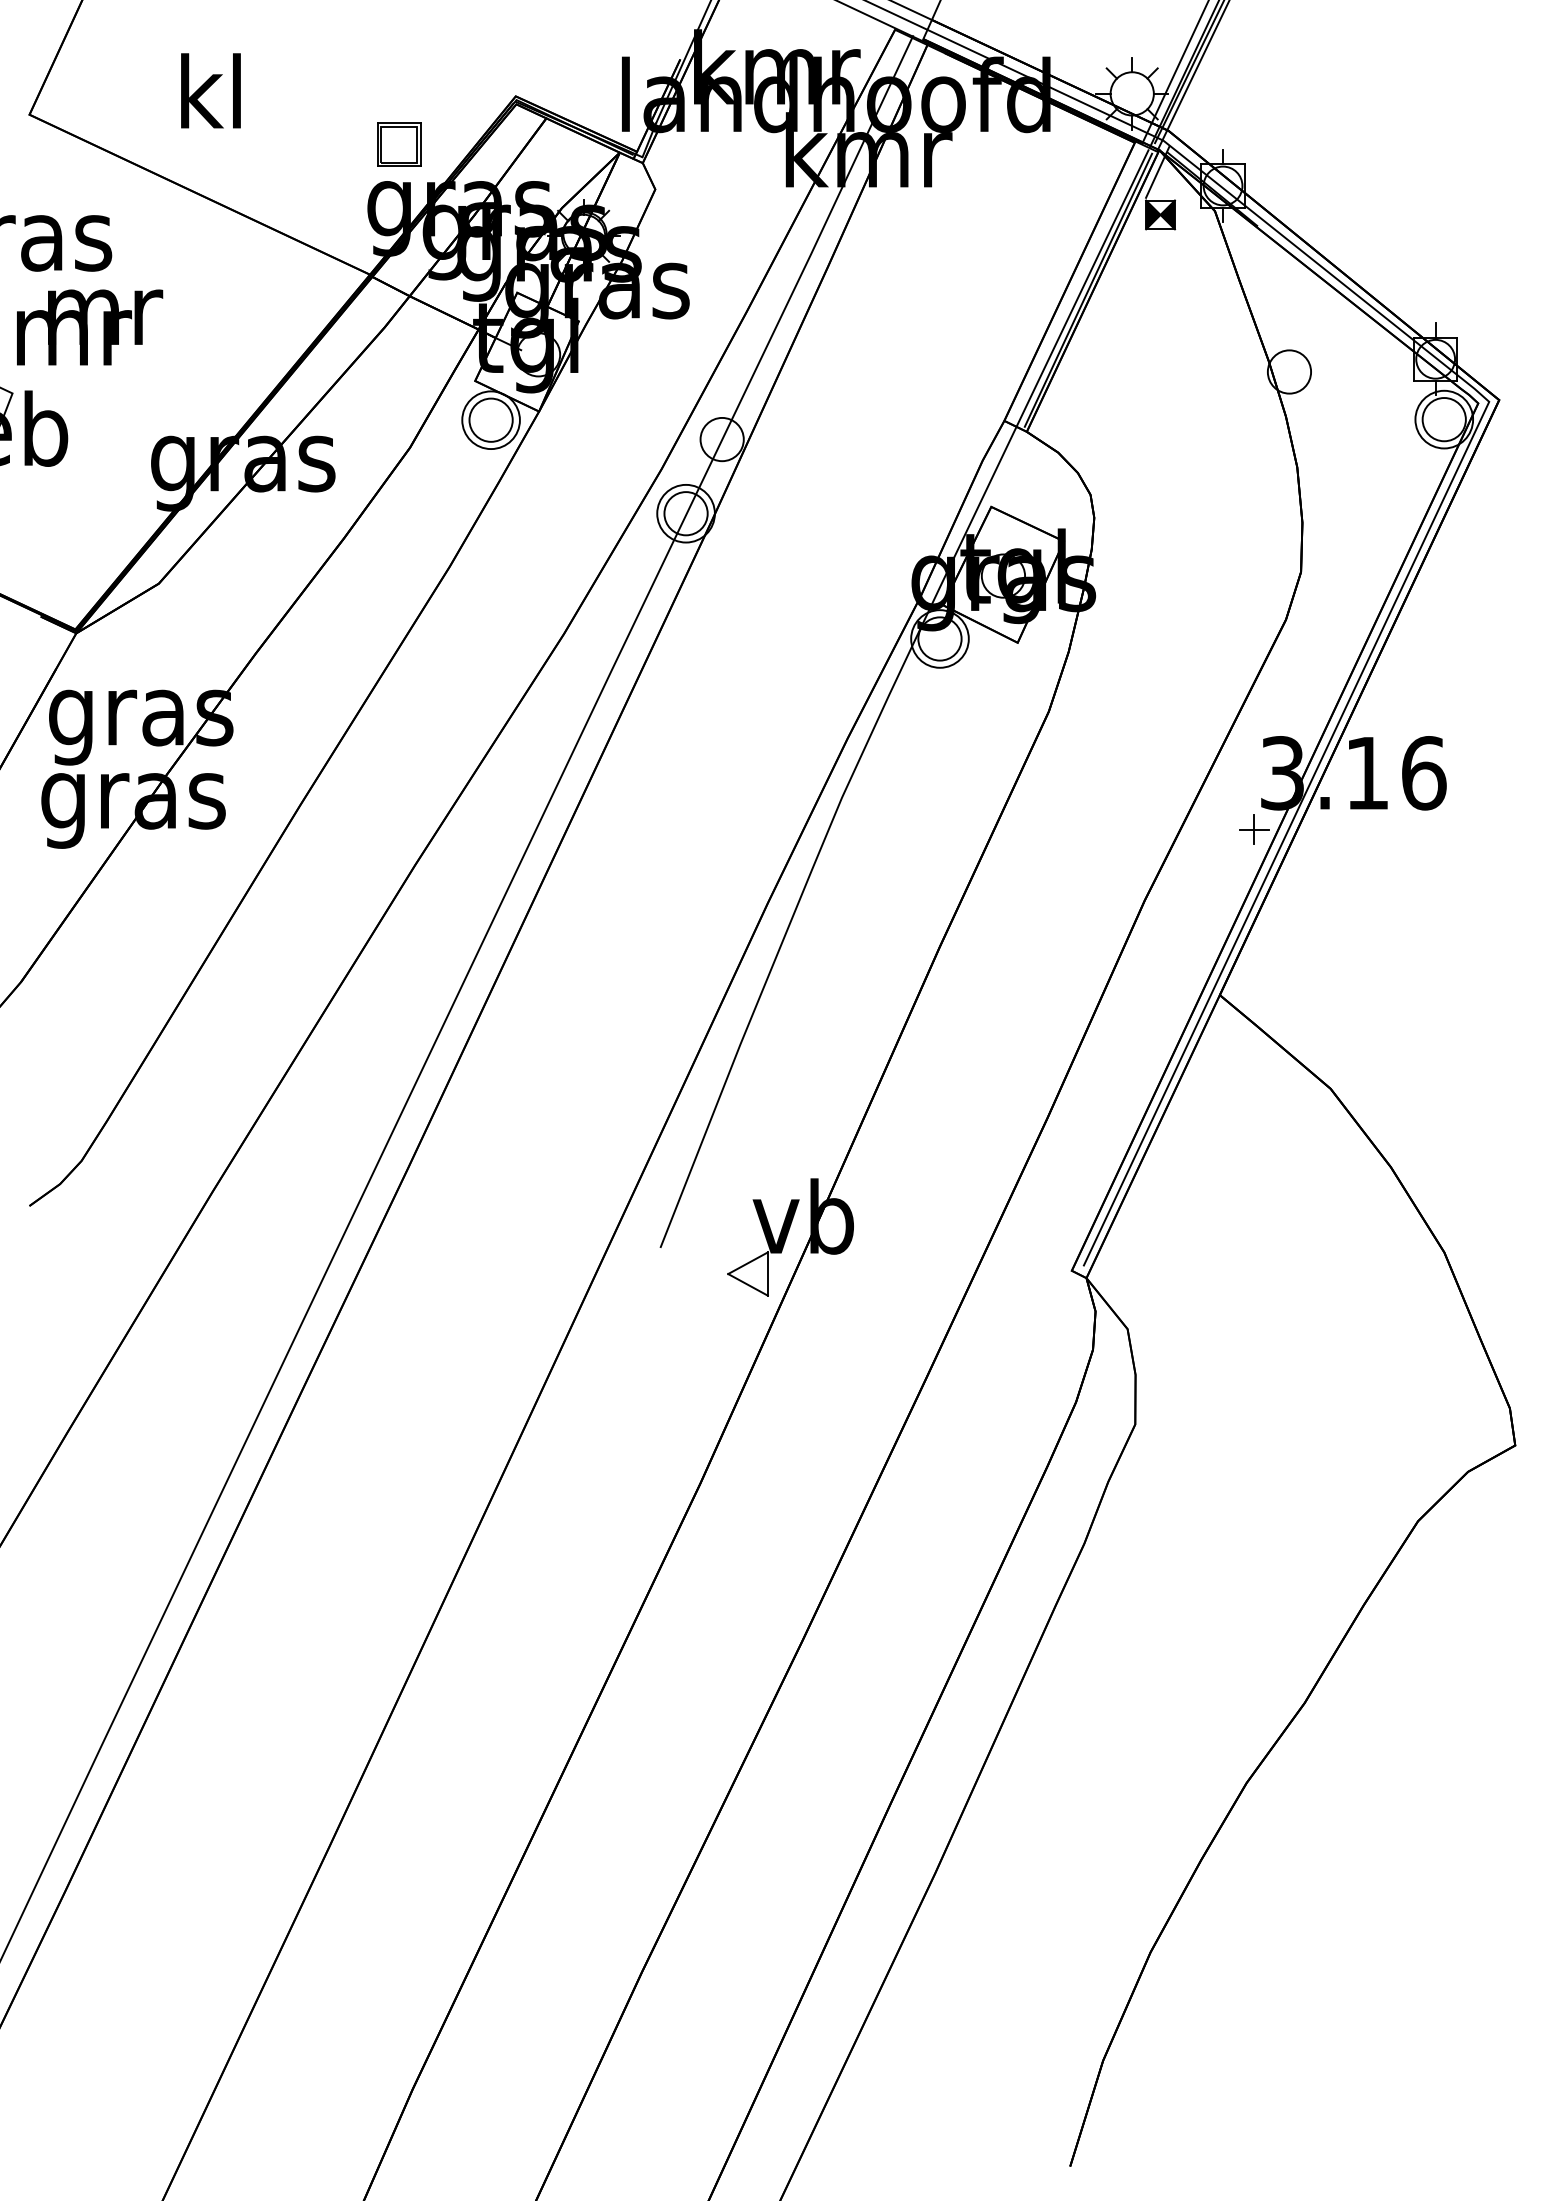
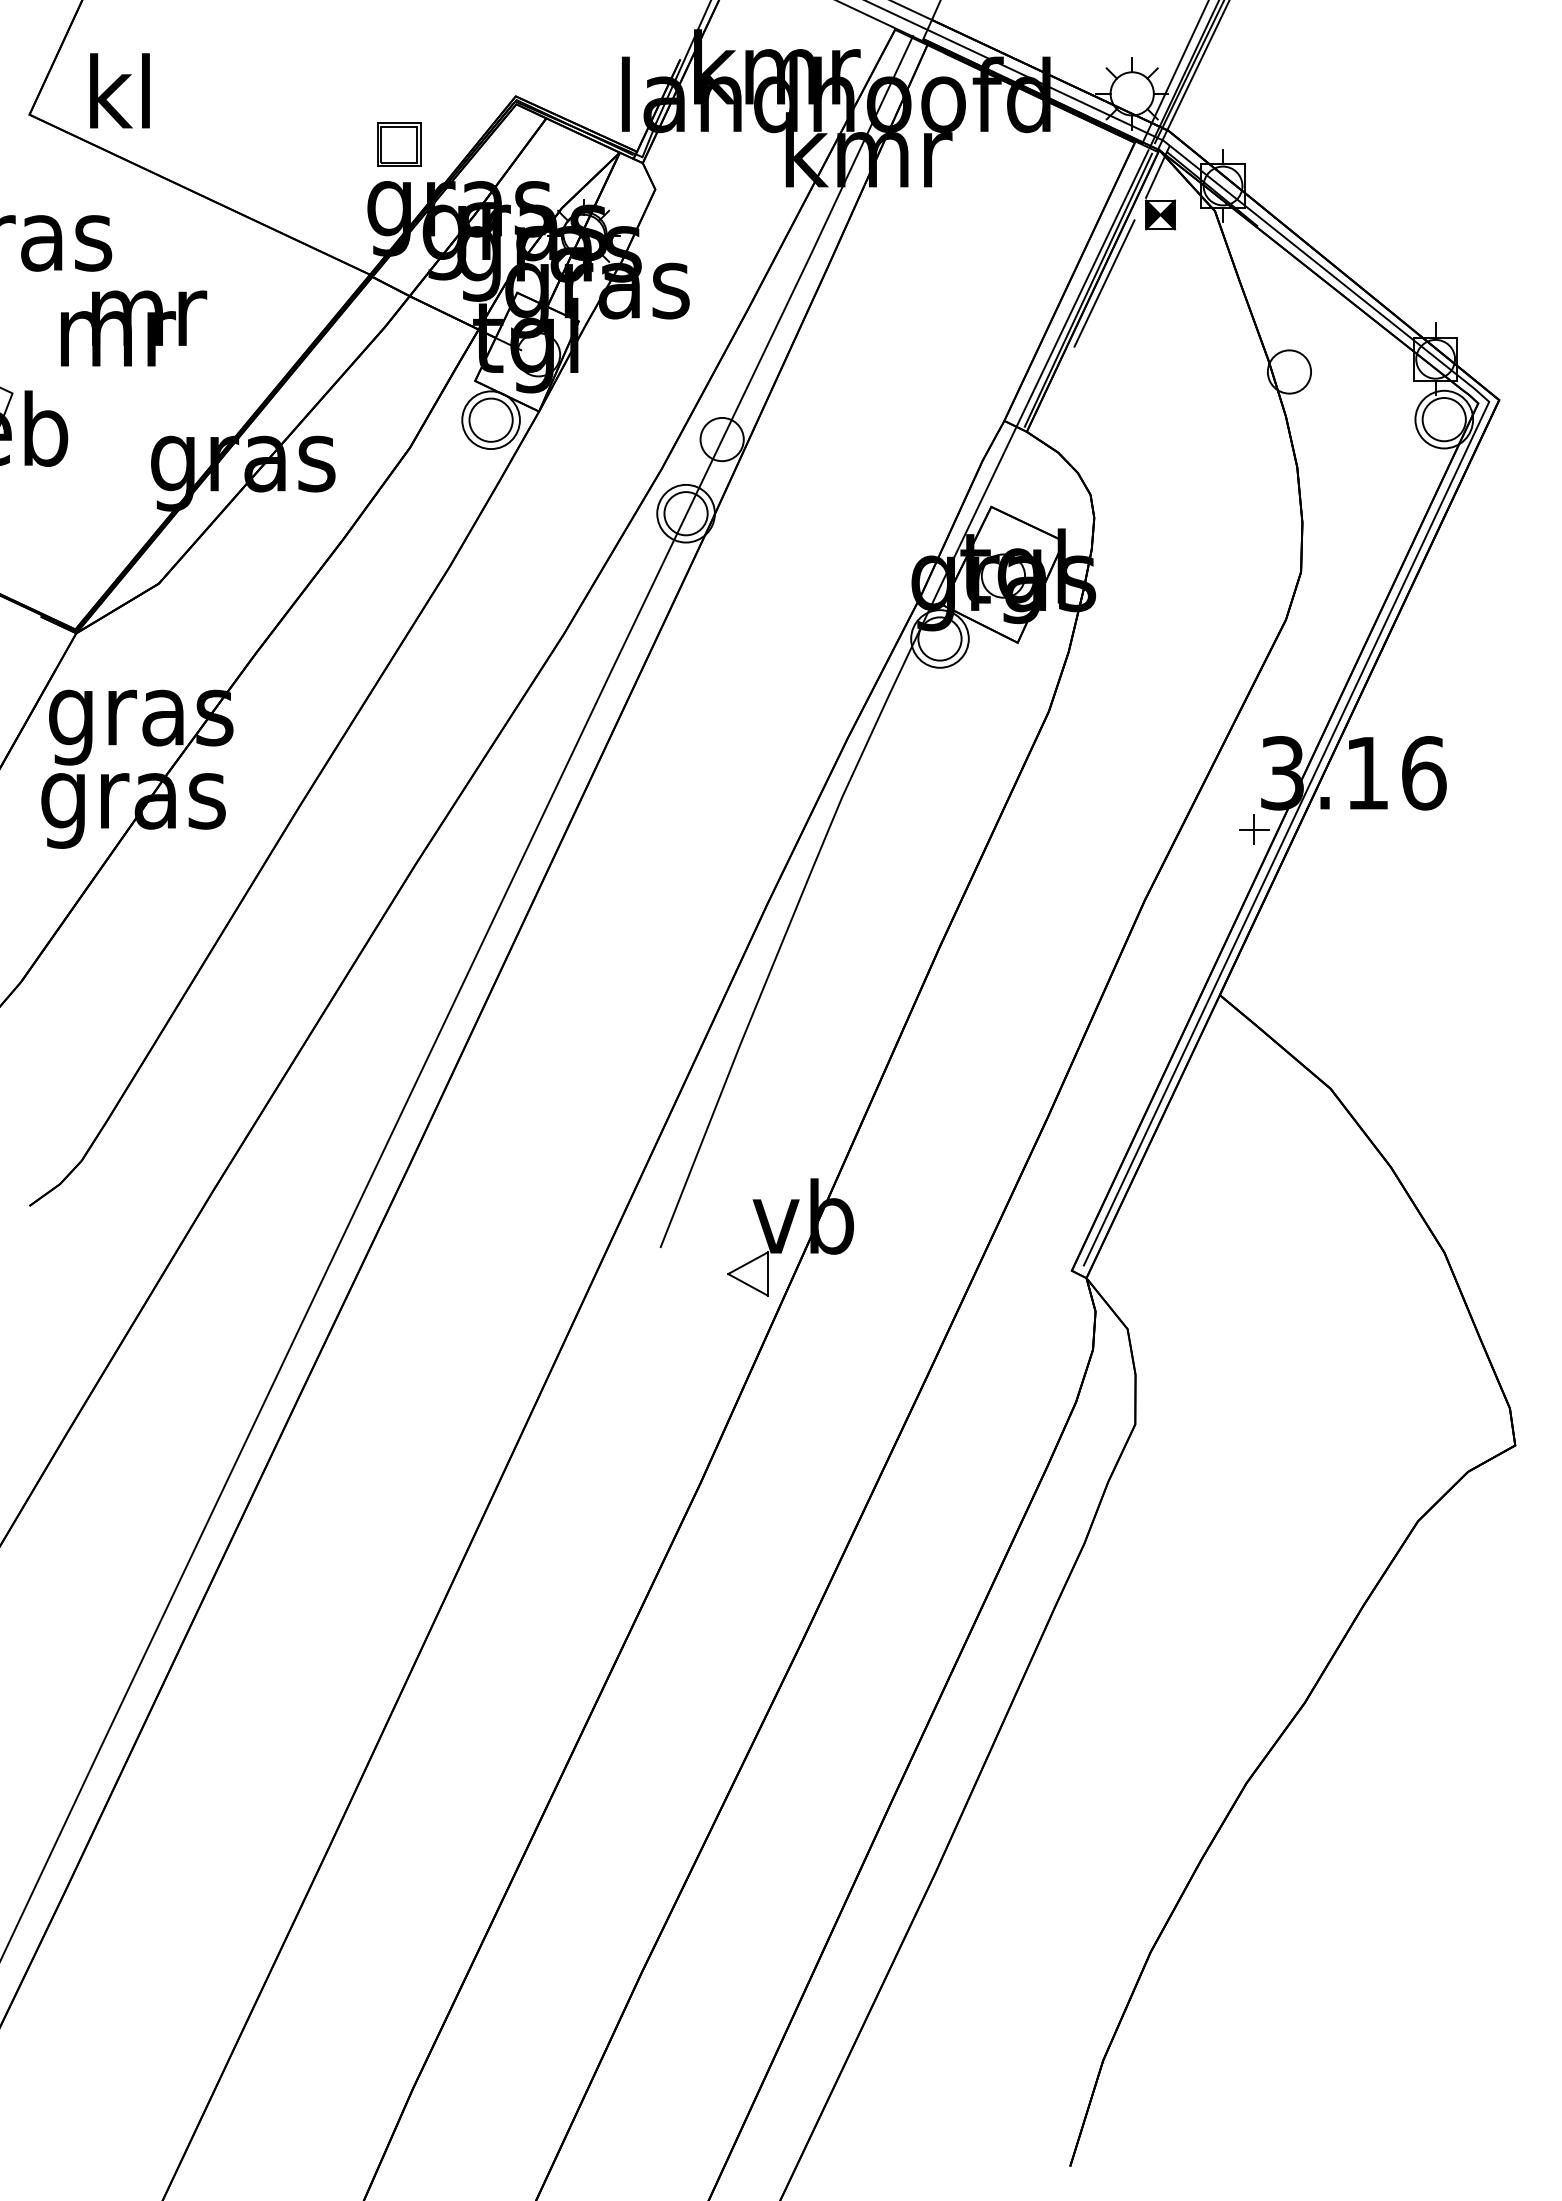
text at (210, 90) position: (210, 90) -> (119, 90)
line at (1104, 283): none -> present
text at (90, 327) position: (90, 327) -> (134, 328)
